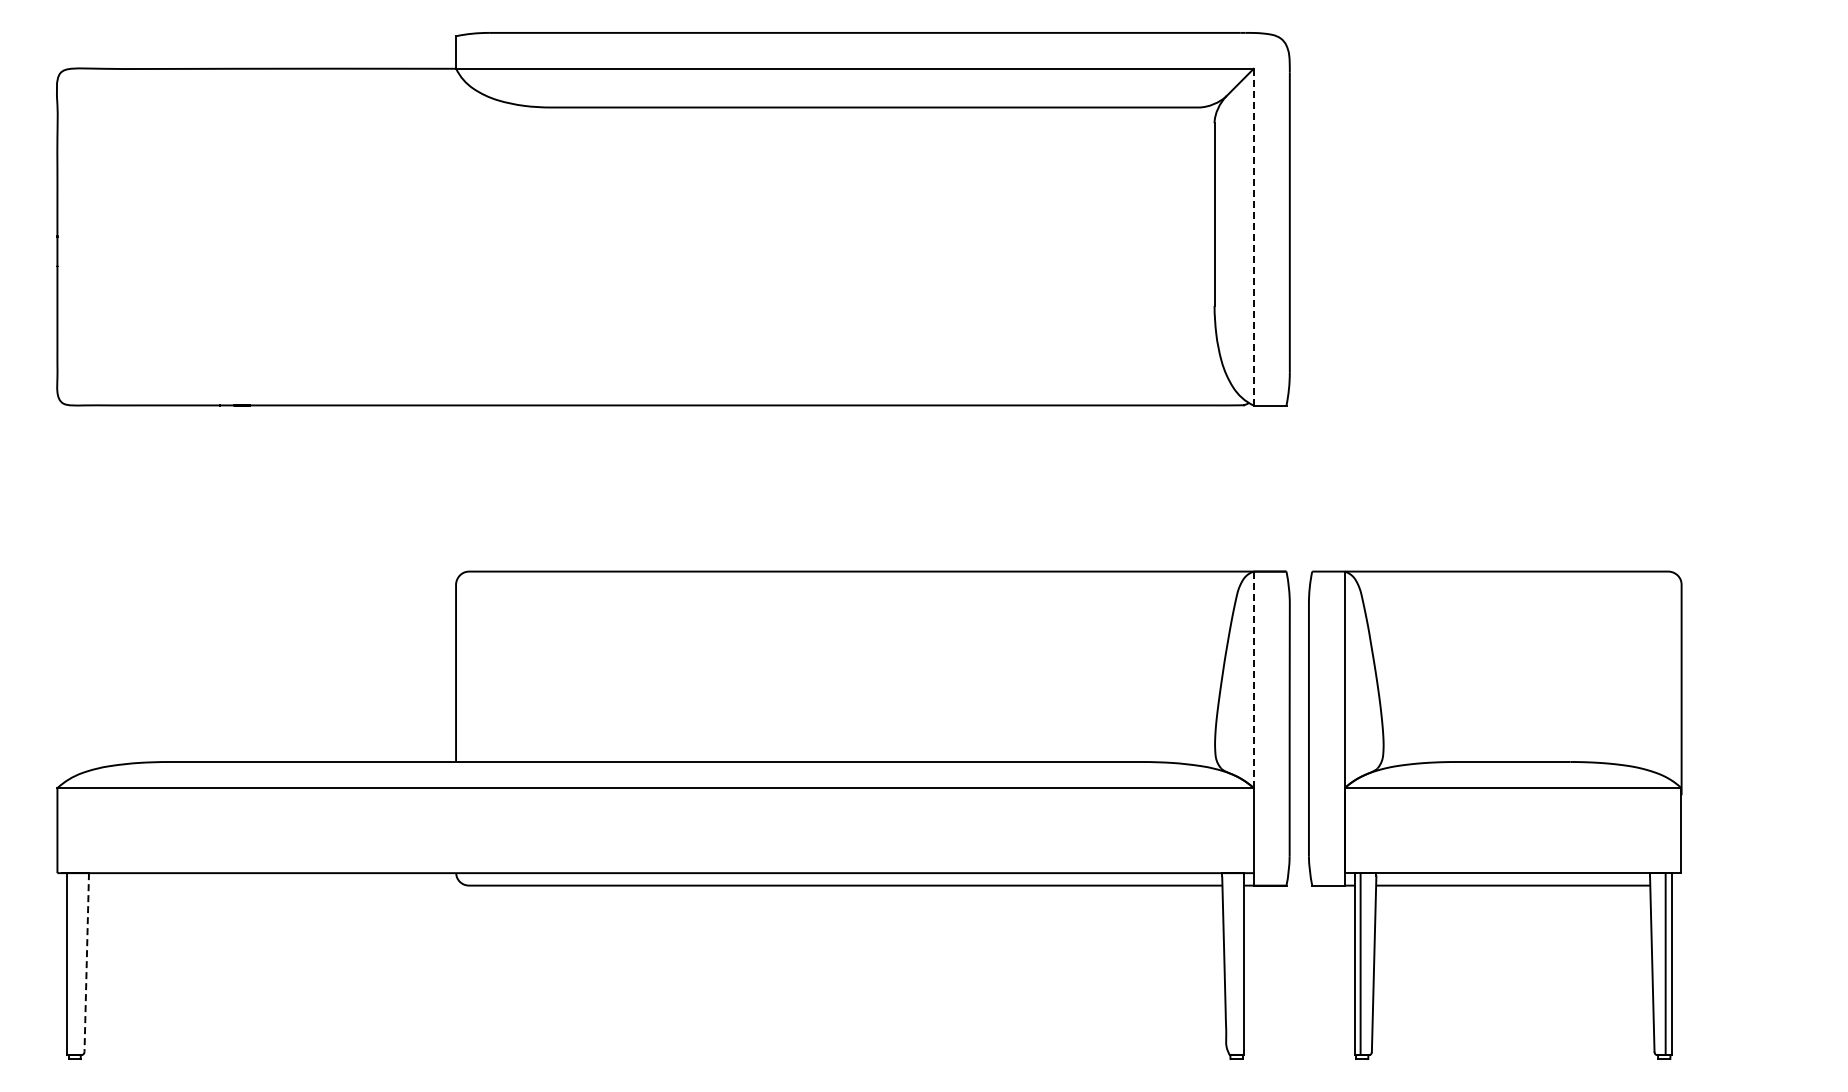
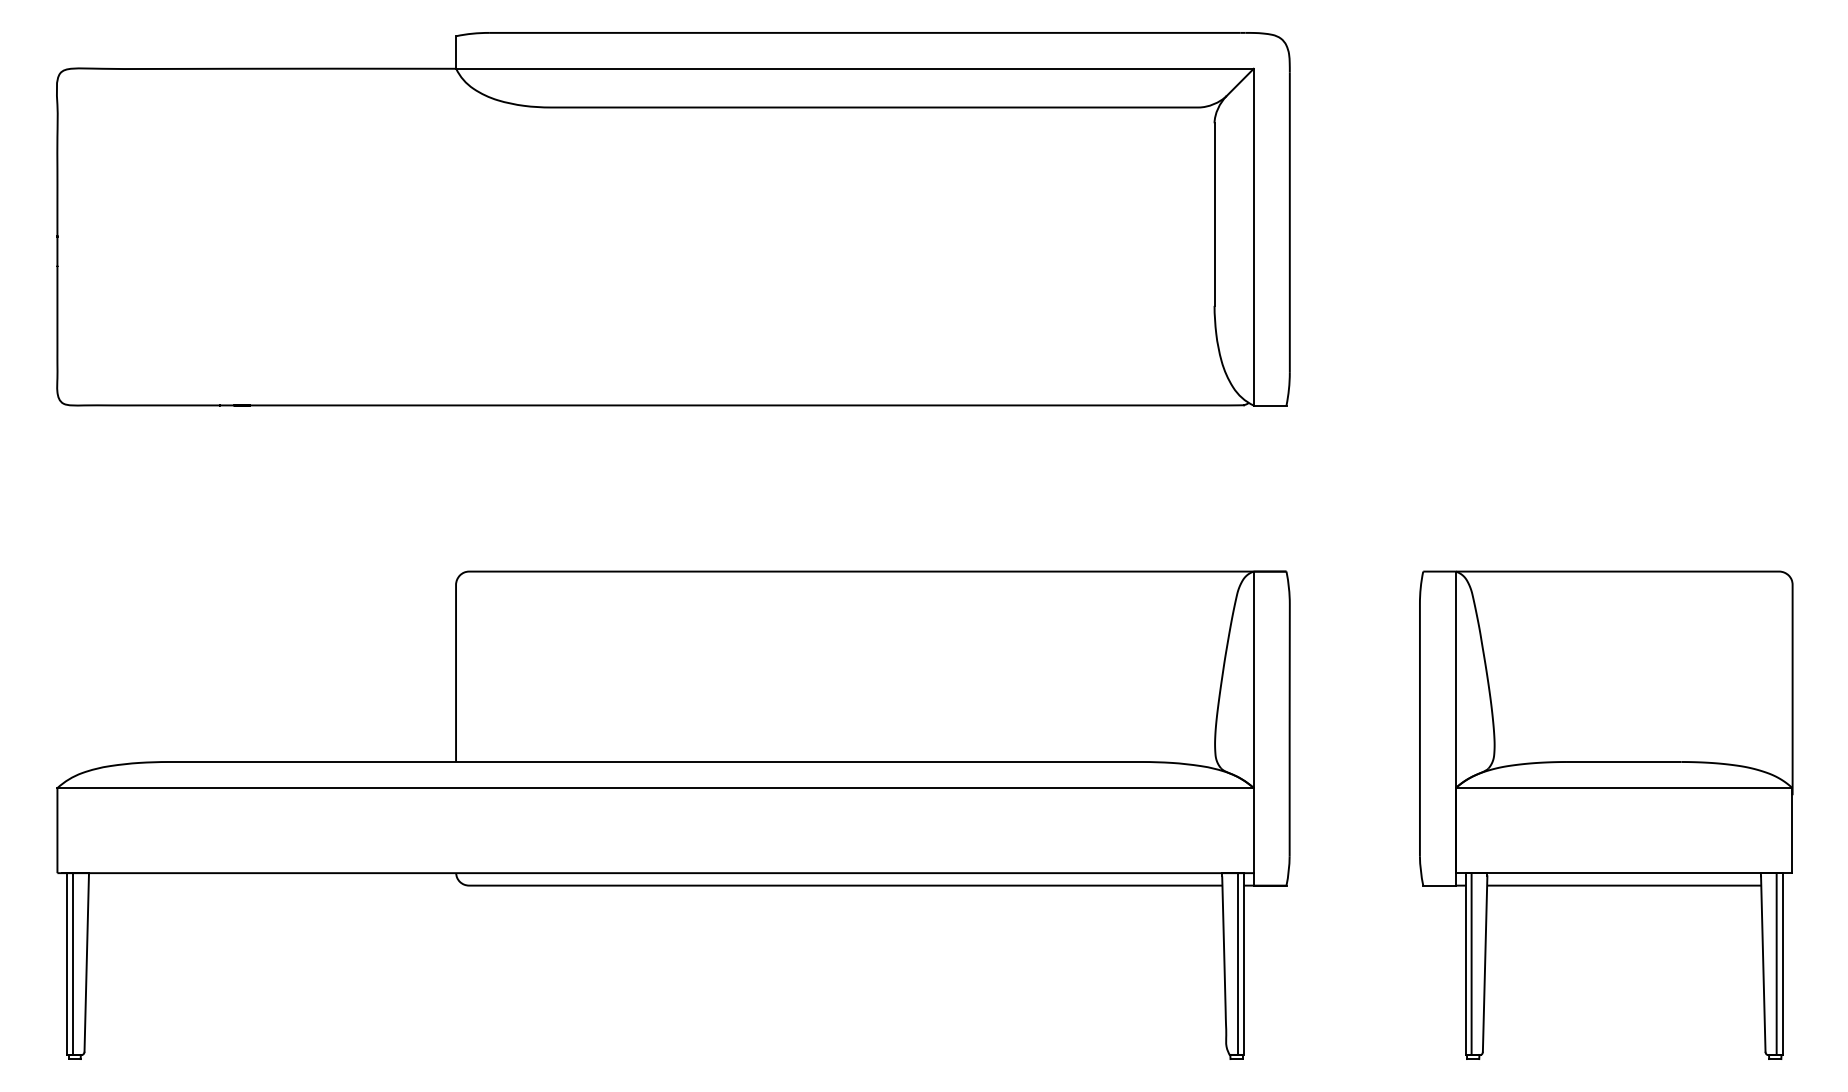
line at (1253, 237): dashed -> solid
line at (1253, 679): dashed -> solid
part at (1495, 814) position: (1495, 814) -> (1606, 814)
line at (86, 962): dashed -> solid
line at (73, 963): none -> present
line at (1237, 963): none -> present
